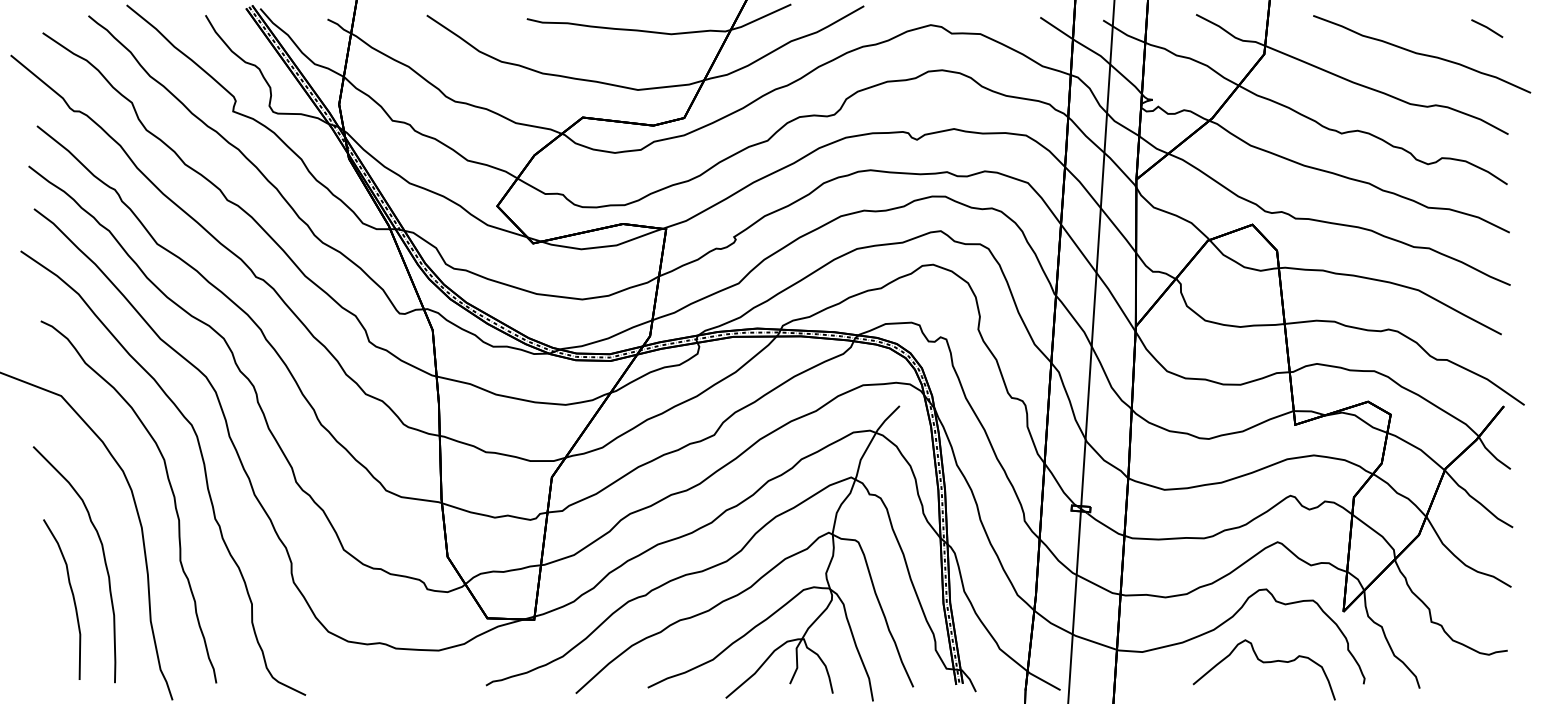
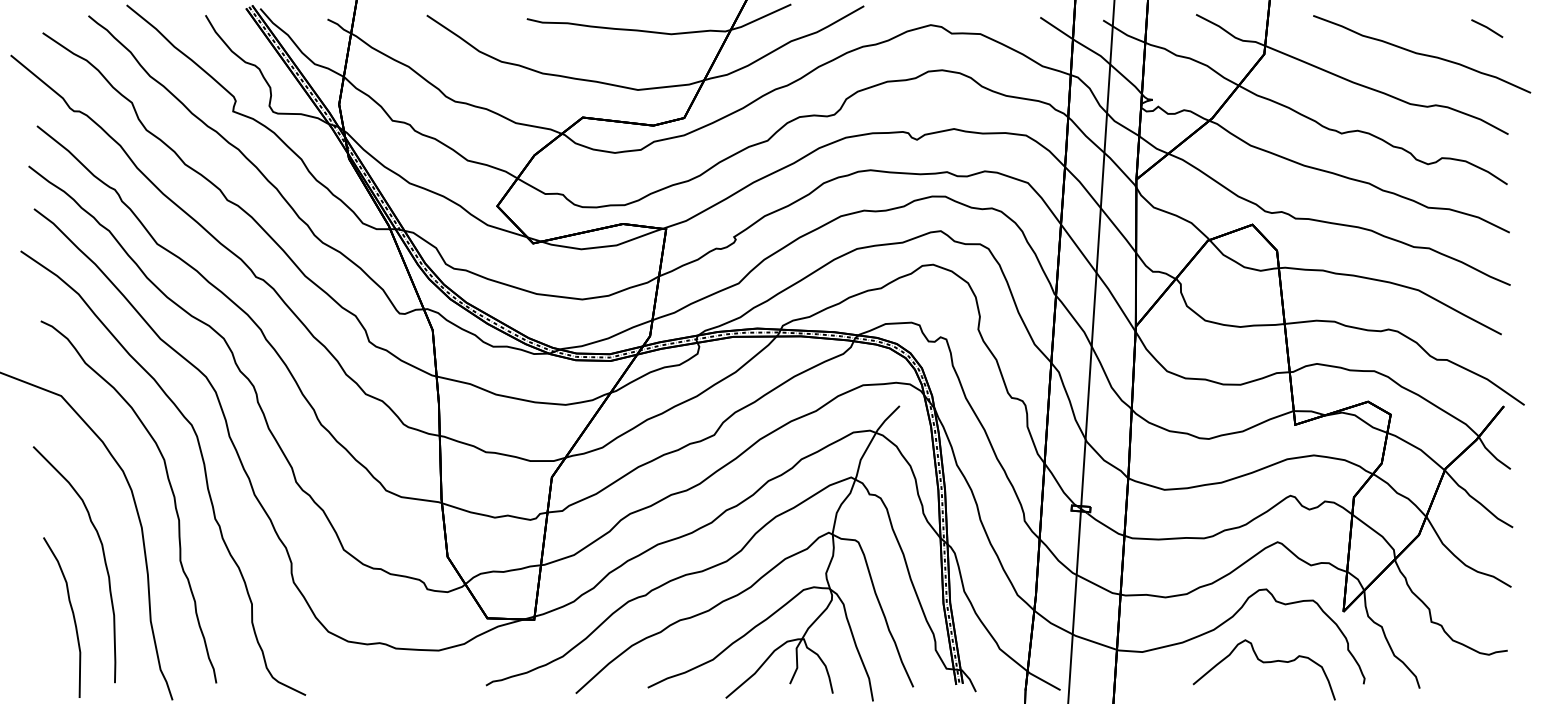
curve at (72, 597) position: (72, 597) -> (72, 615)
